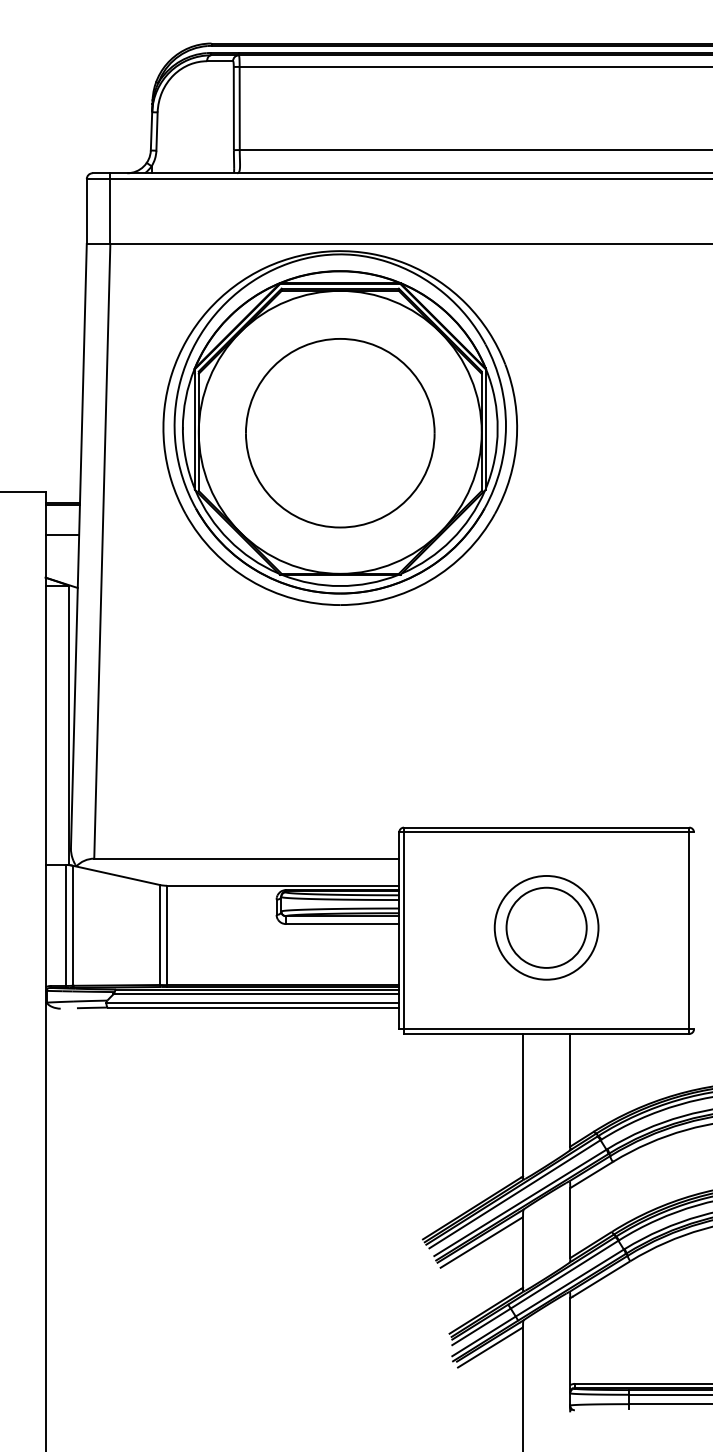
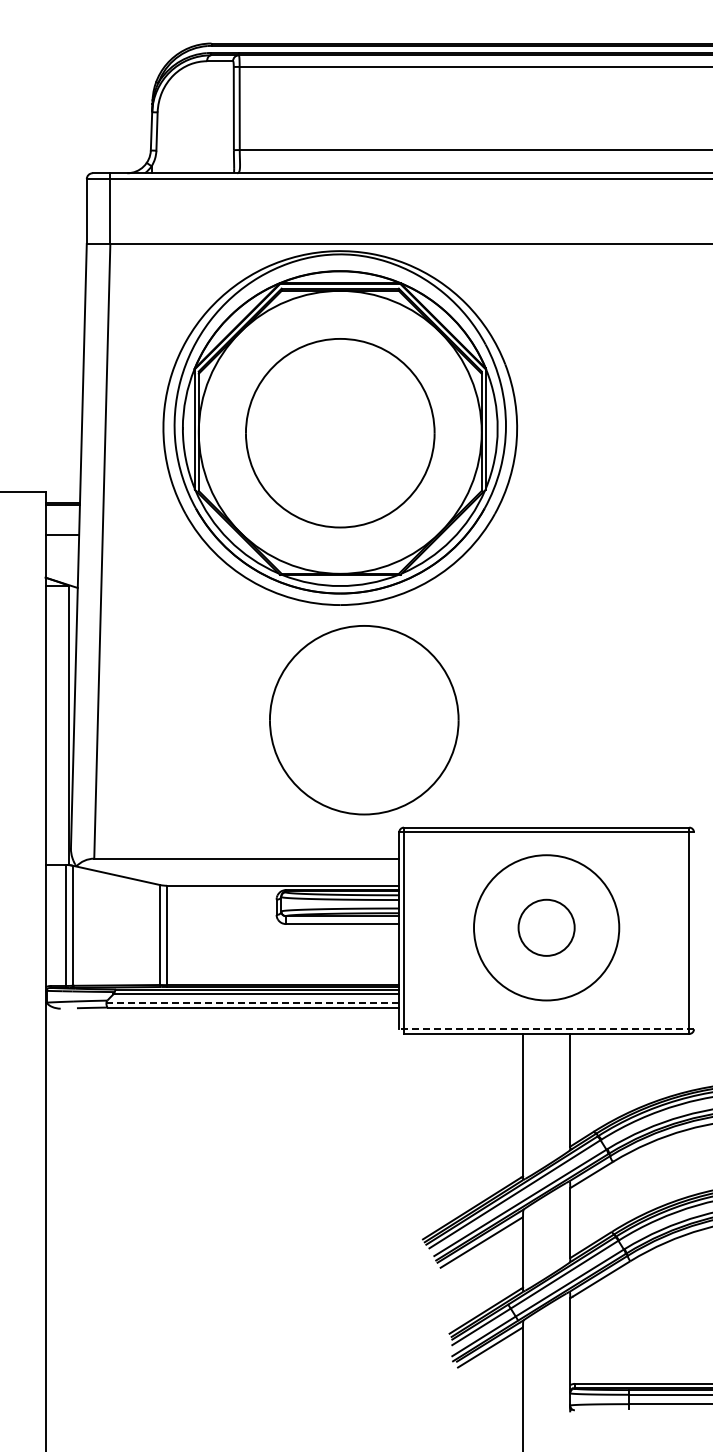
part at (364, 720): none -> present
circle at (546, 927) diameter: 104 px -> 145 px
circle at (546, 927) diameter: 80 px -> 56 px
line at (252, 1002): solid -> dashed
line at (546, 1029): solid -> dashed
